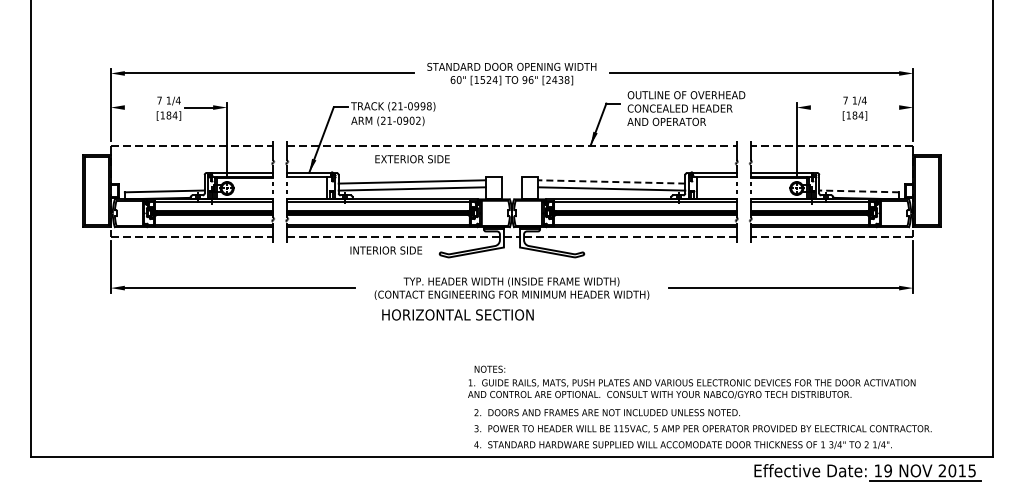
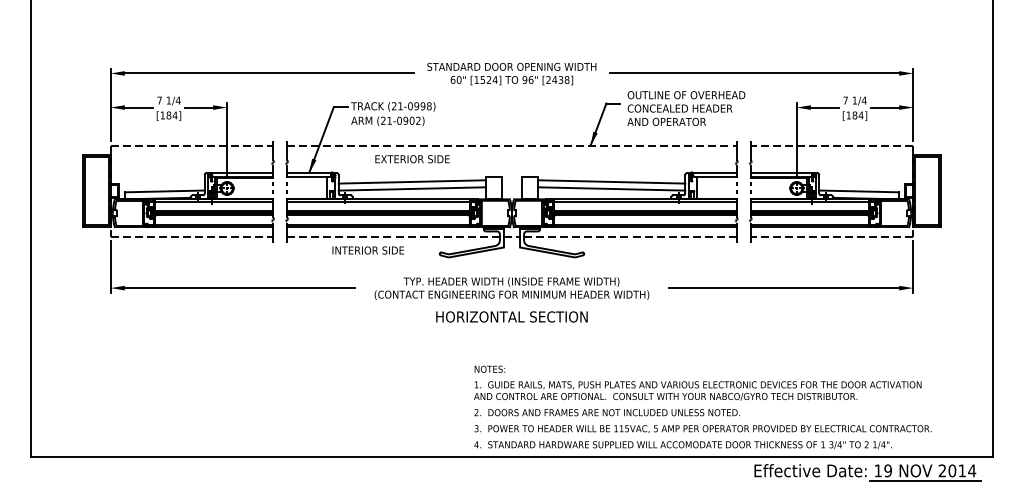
line at (138, 107): none -> present
line at (824, 107): none -> present
line at (885, 107): none -> present
line at (611, 181): dashed -> solid
line at (859, 191): dashed -> solid
text at (385, 250) position: (385, 250) -> (367, 250)
text at (457, 314) position: (457, 314) -> (511, 316)
text at (691, 388) position: (691, 388) -> (697, 390)
text at (972, 470): 2015 -> 2014
